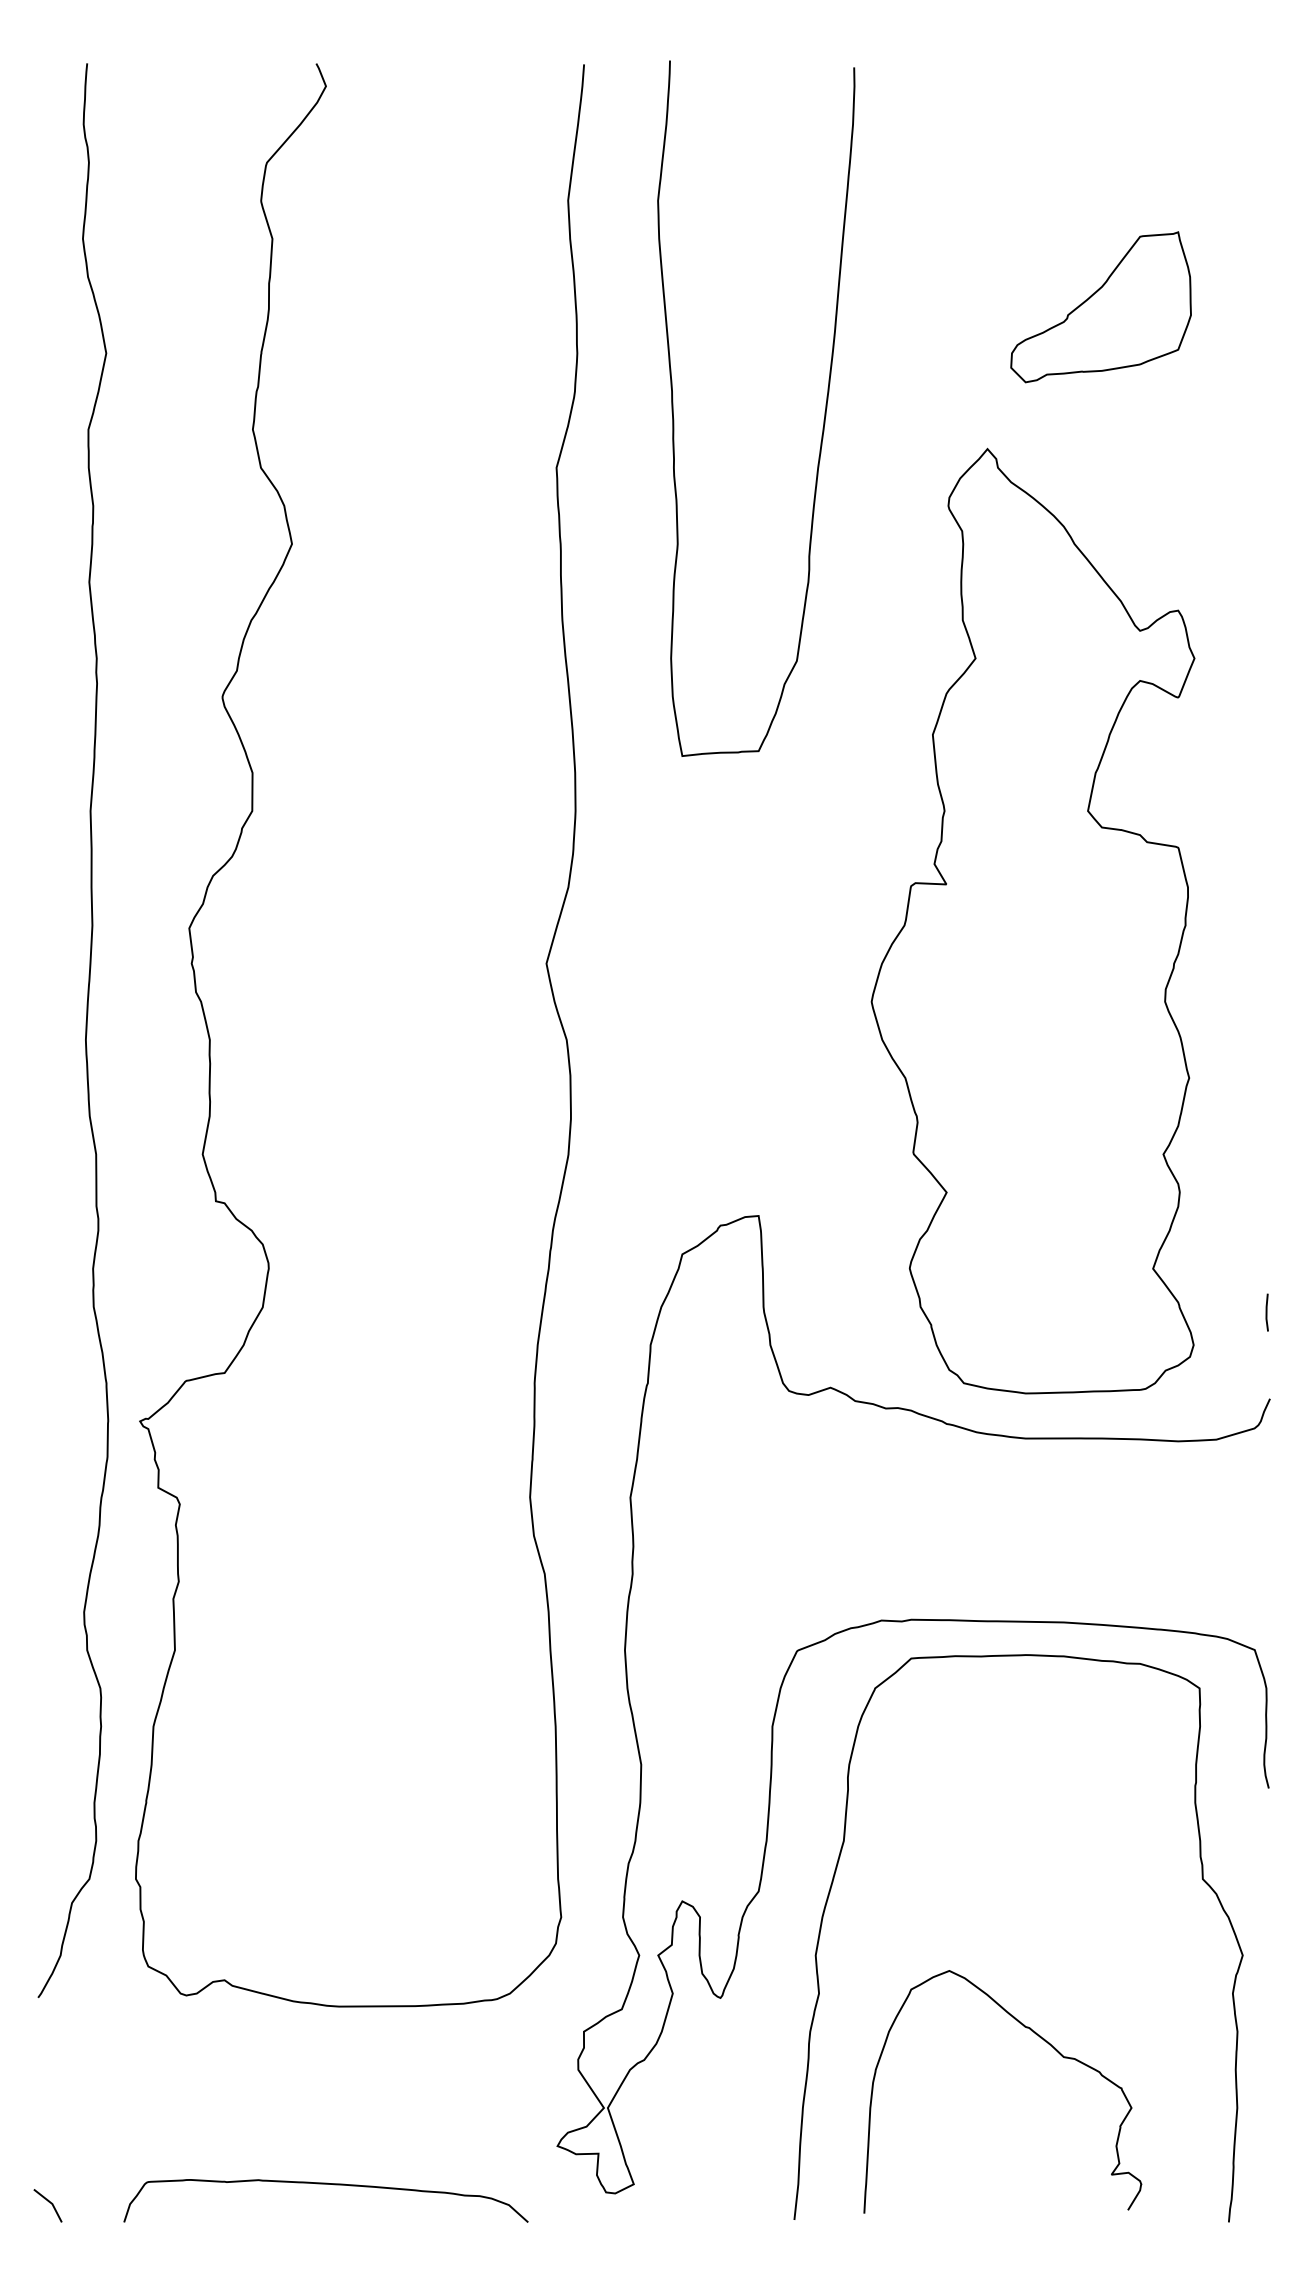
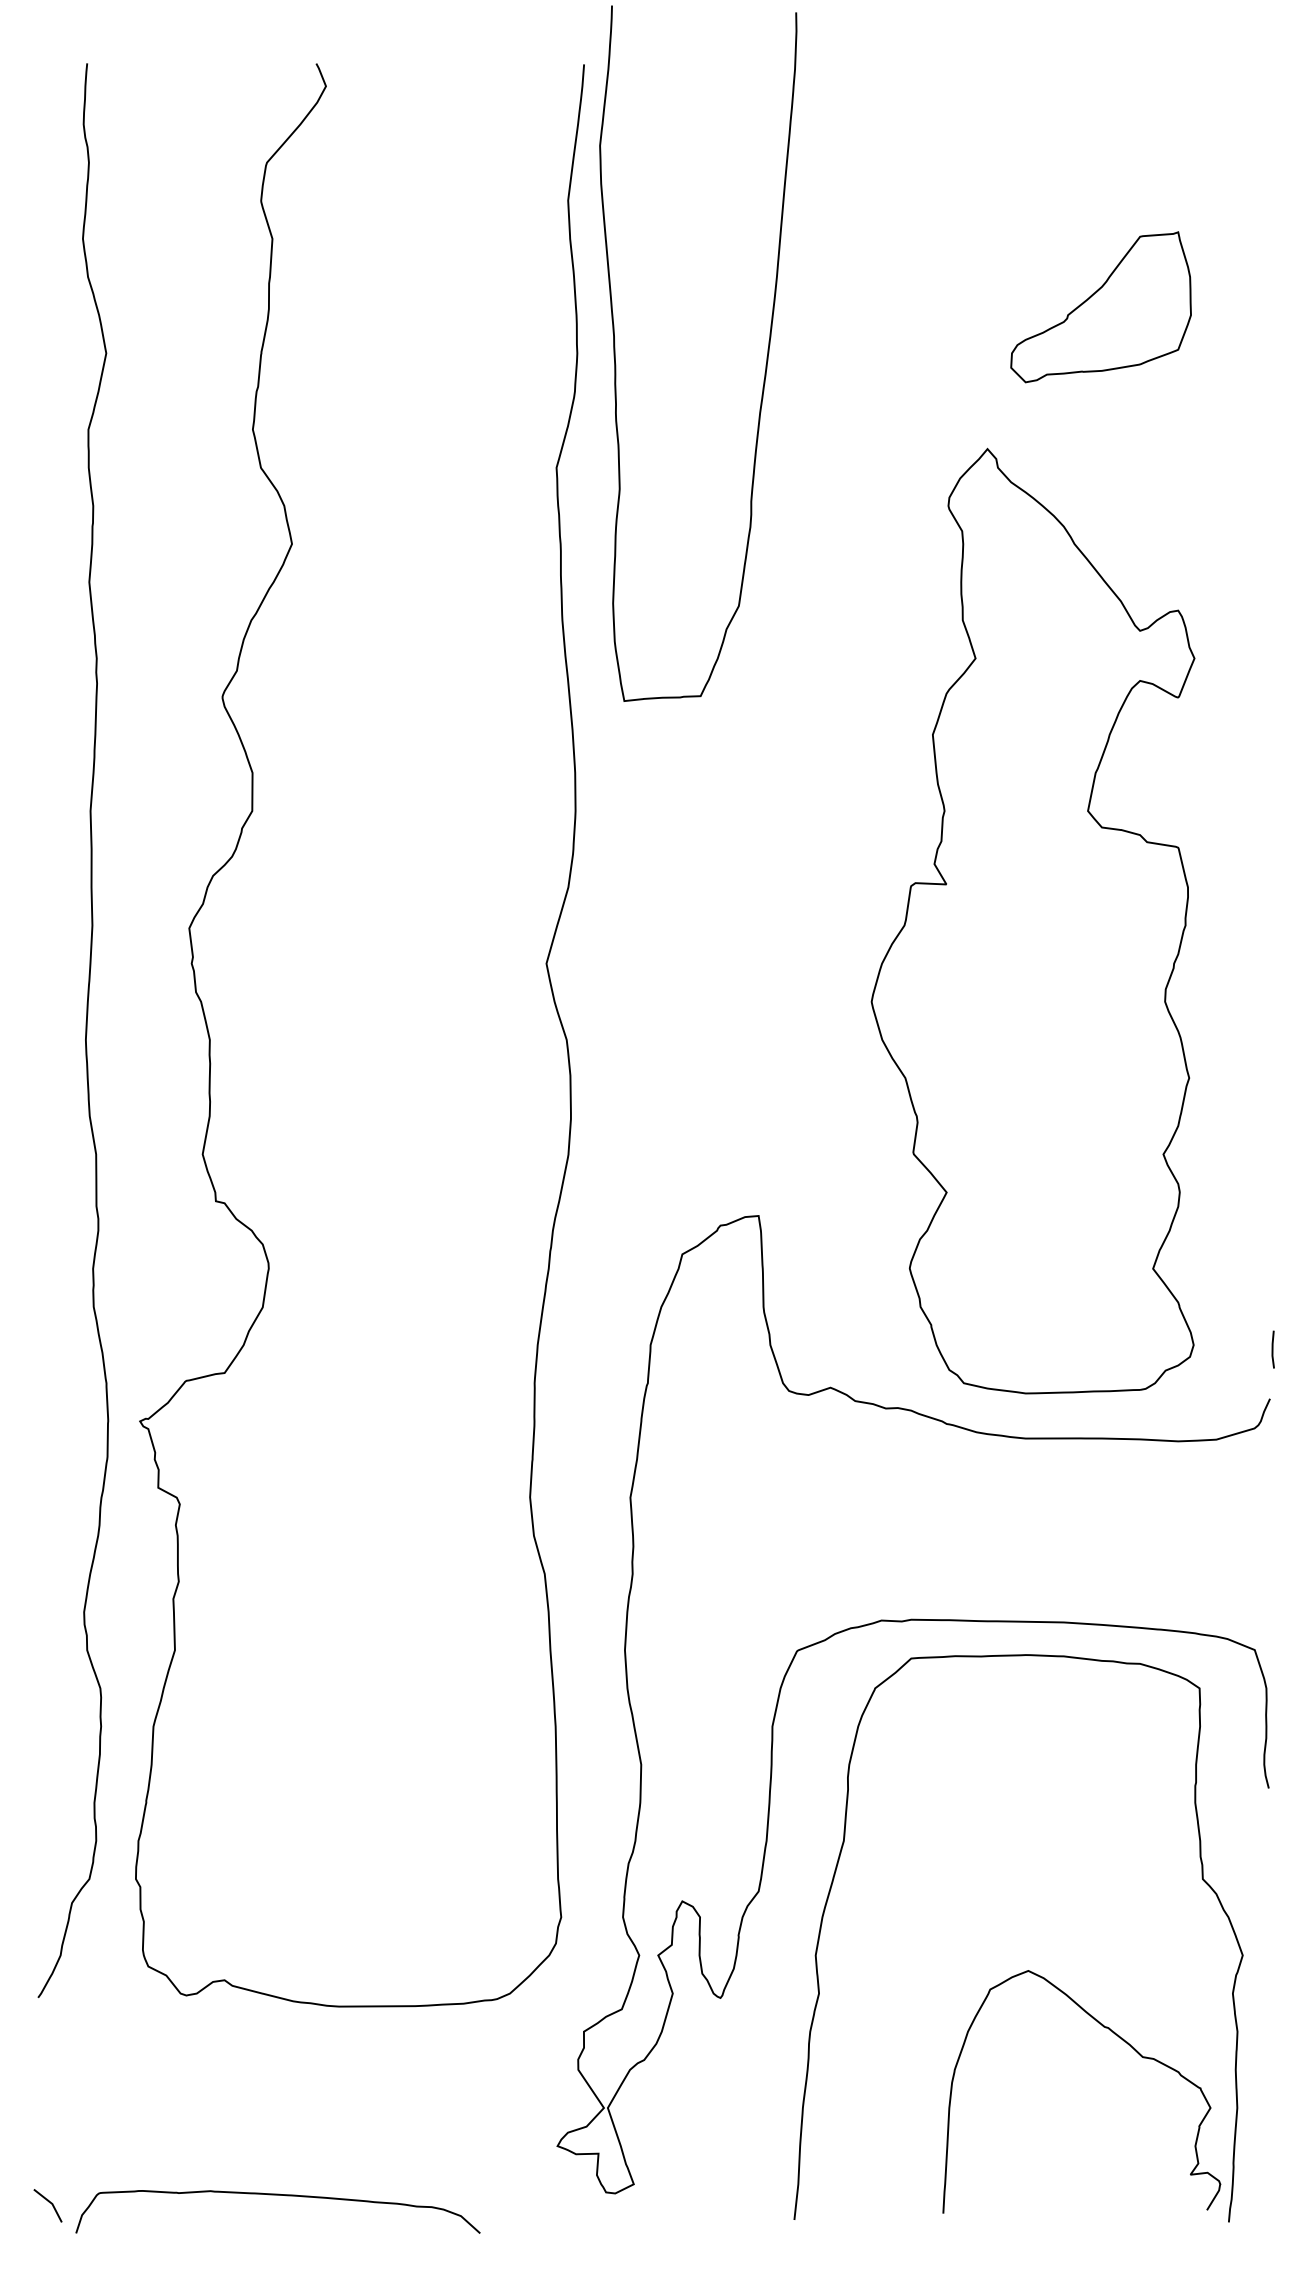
curve at (823, 419) position: (823, 419) -> (765, 364)
line at (1266, 1312) position: (1266, 1312) -> (1272, 1349)
curve at (1040, 2038) position: (1040, 2038) -> (1119, 2038)
curve at (325, 2184) position: (325, 2184) -> (277, 2195)
